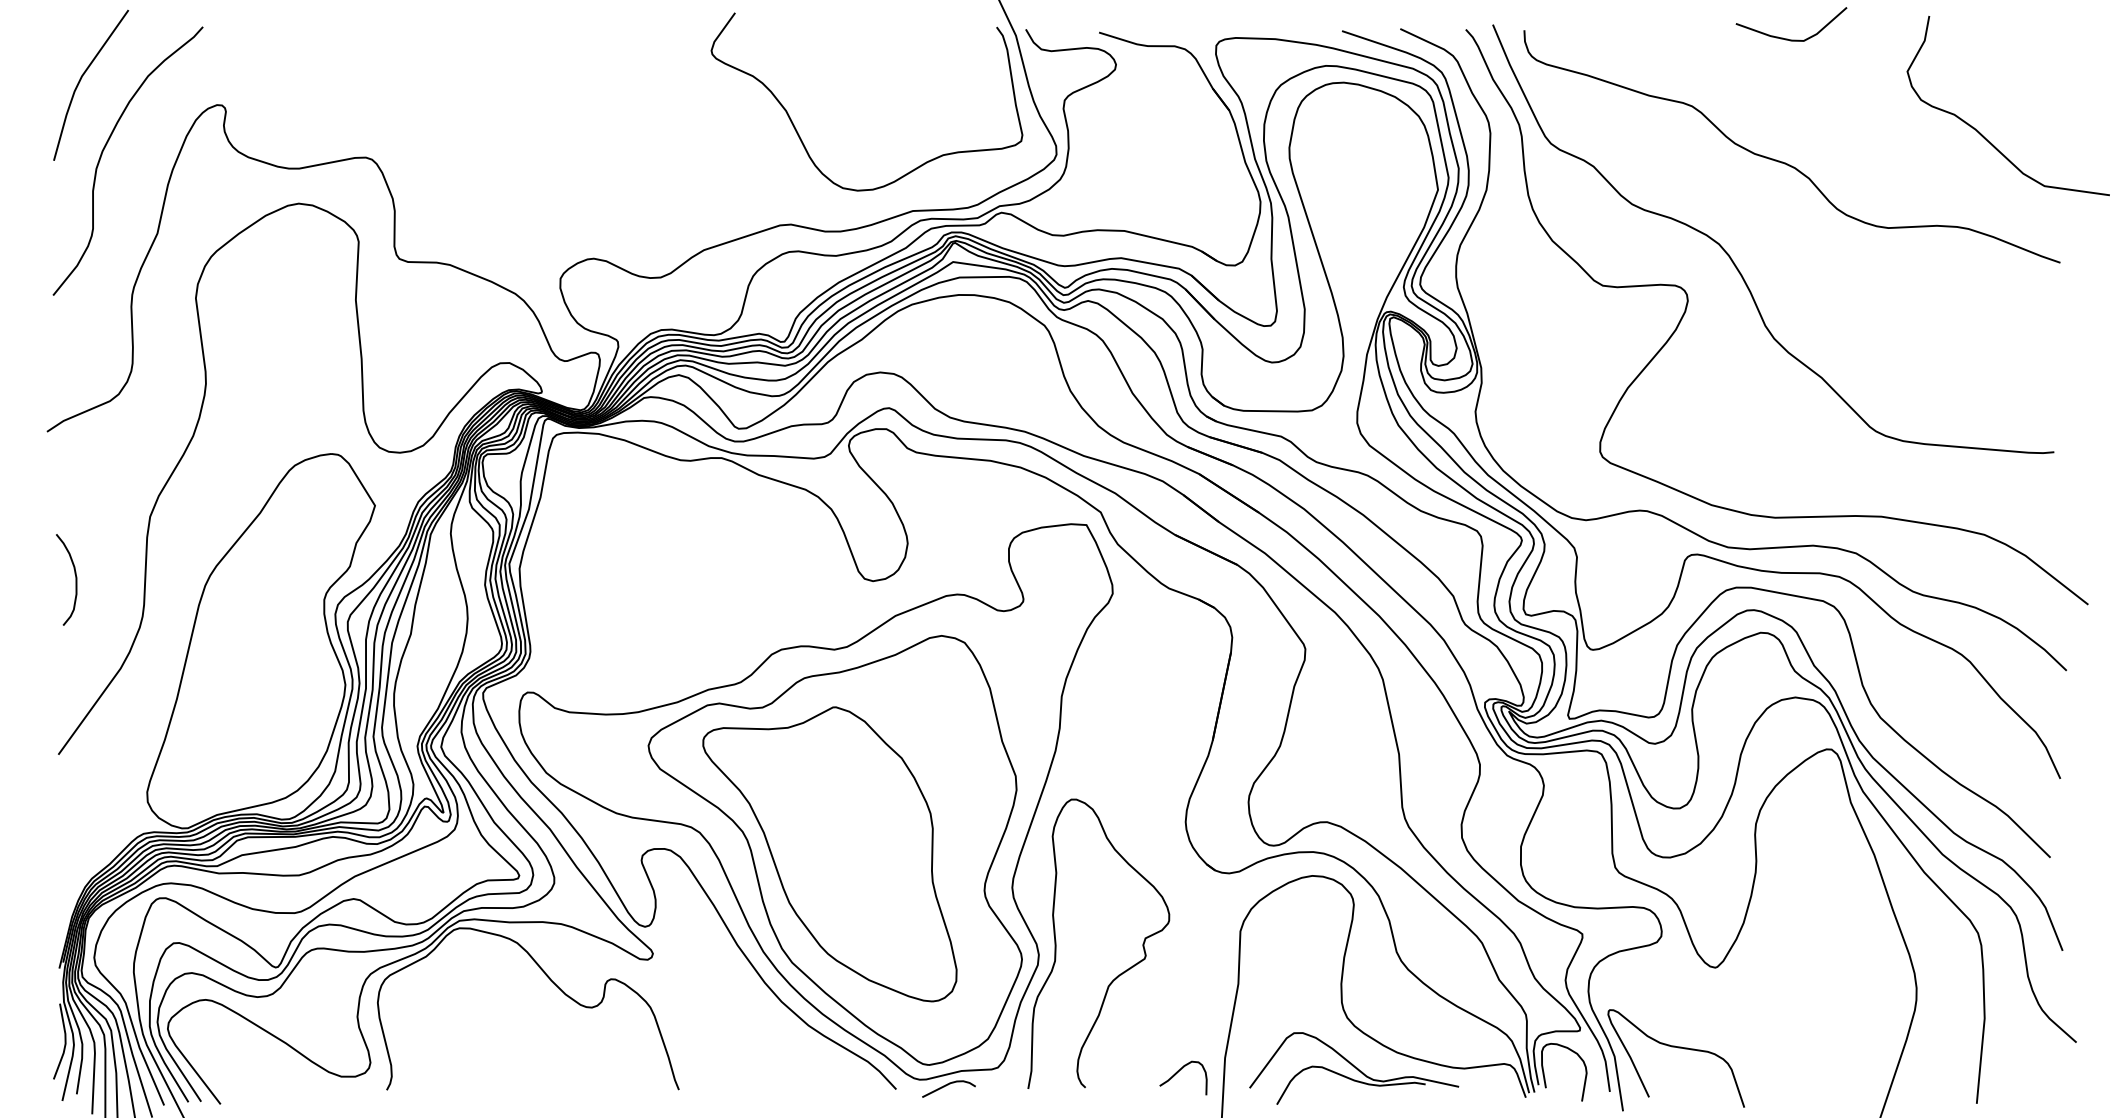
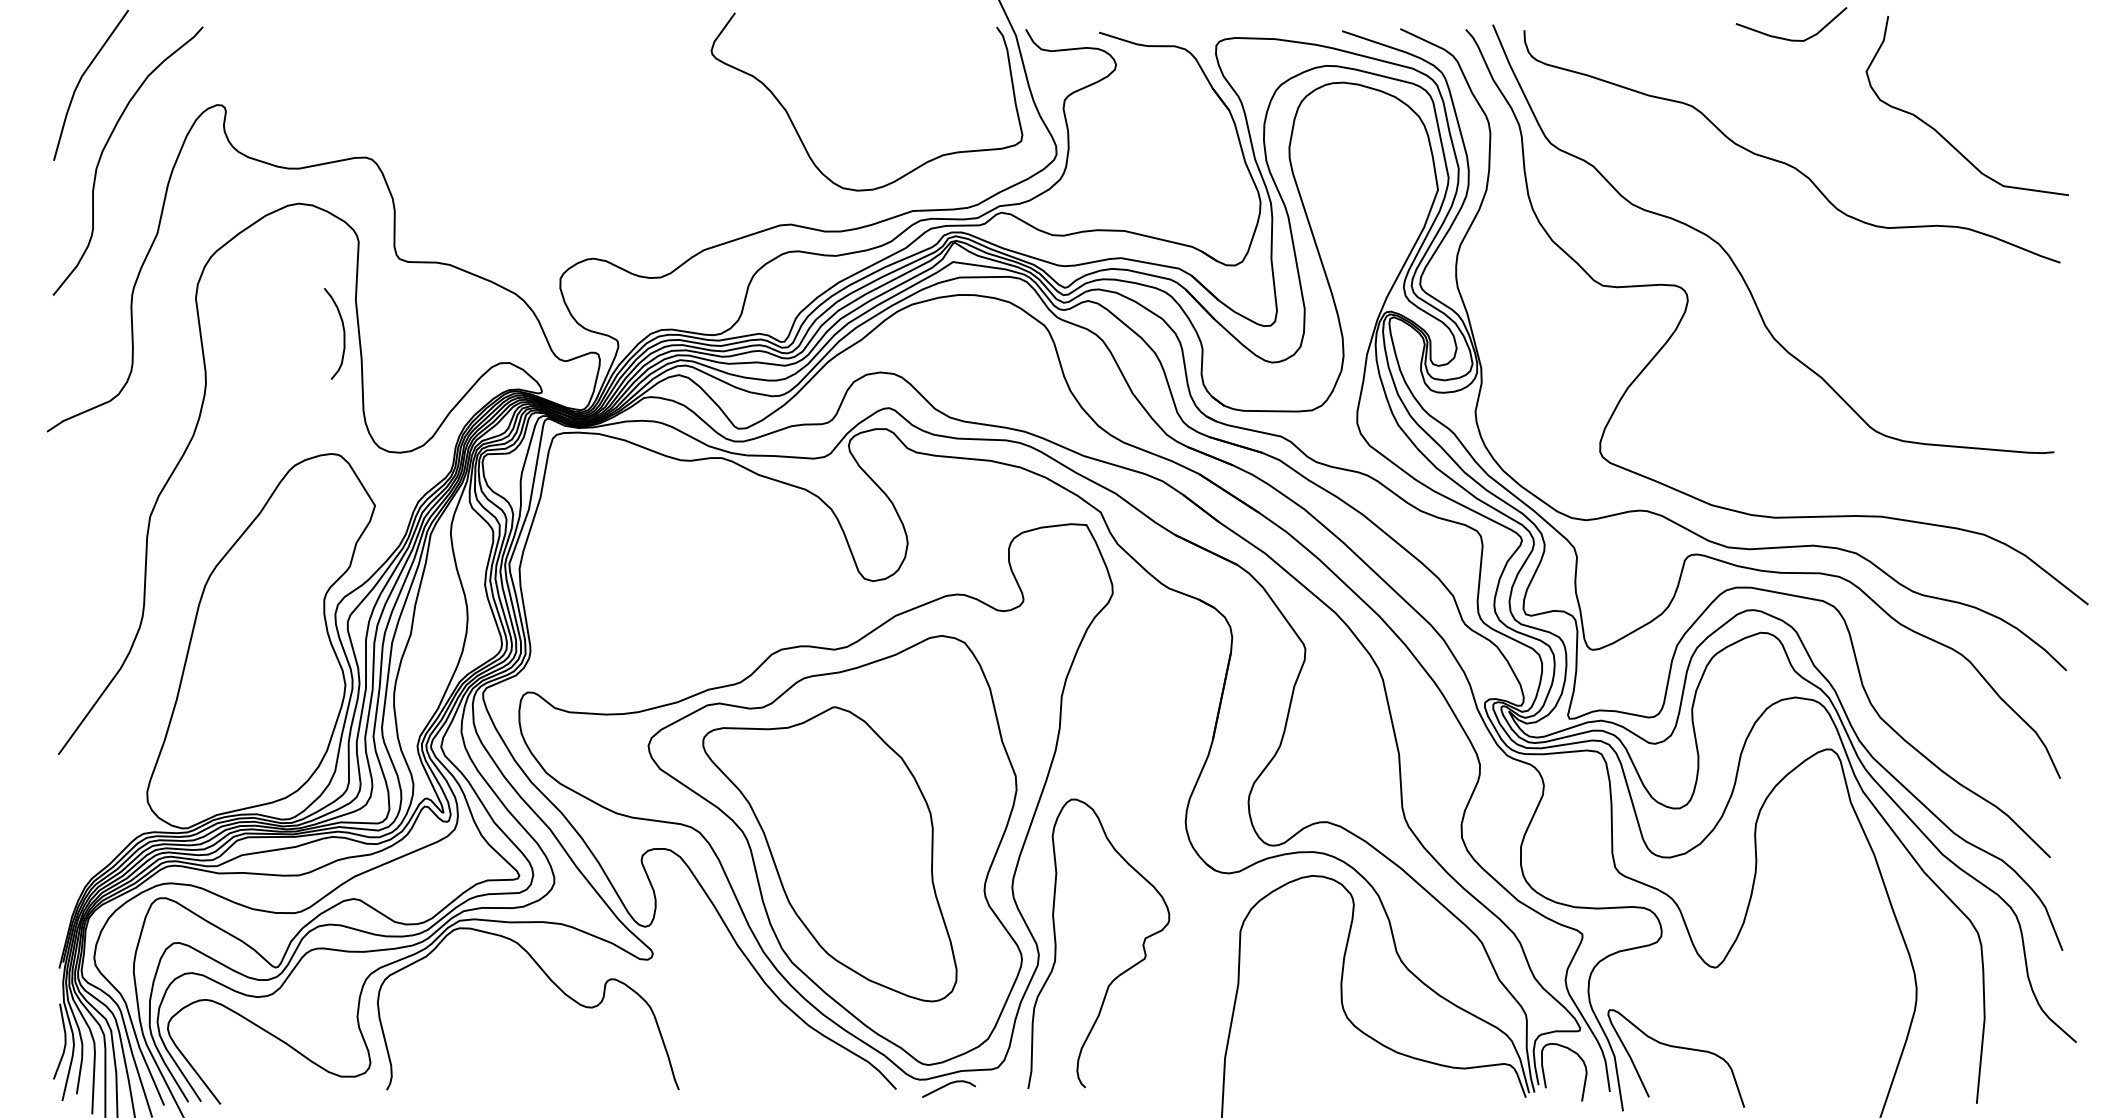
curve at (1980, 132) position: (1980, 132) -> (1939, 132)
curve at (75, 579) position: (75, 579) -> (343, 333)
part at (1354, 1068): present -> none
curve at (1178, 1072): present -> none
